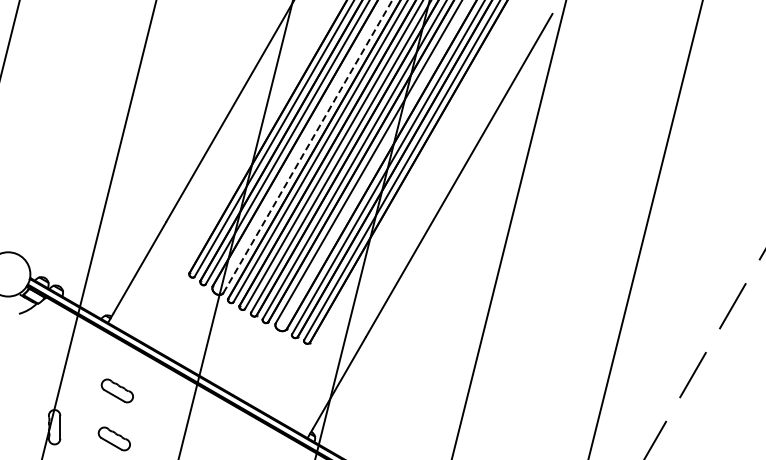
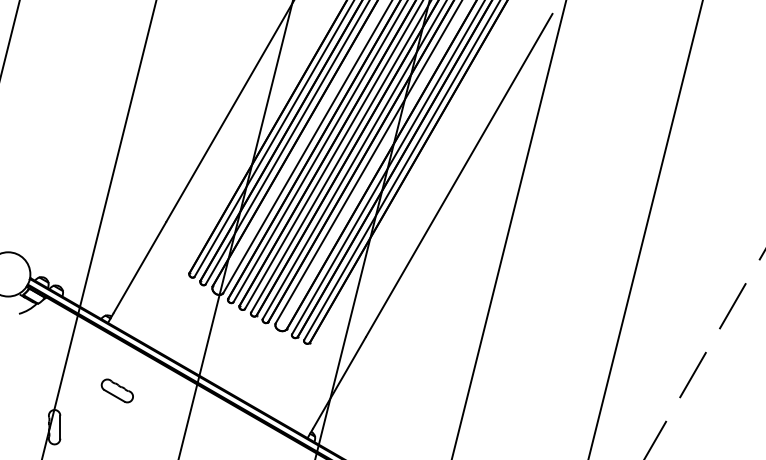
line at (307, 146): dashed -> solid
part at (113, 438): present -> none
